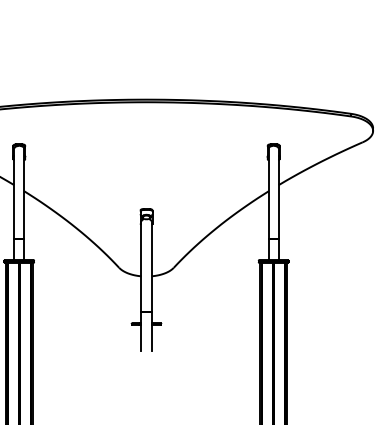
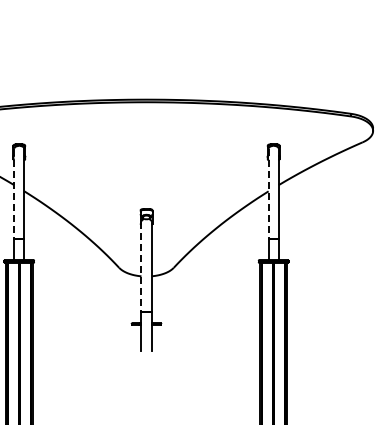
line at (14, 194): solid -> dashed
line at (268, 194): solid -> dashed
line at (141, 267): solid -> dashed
